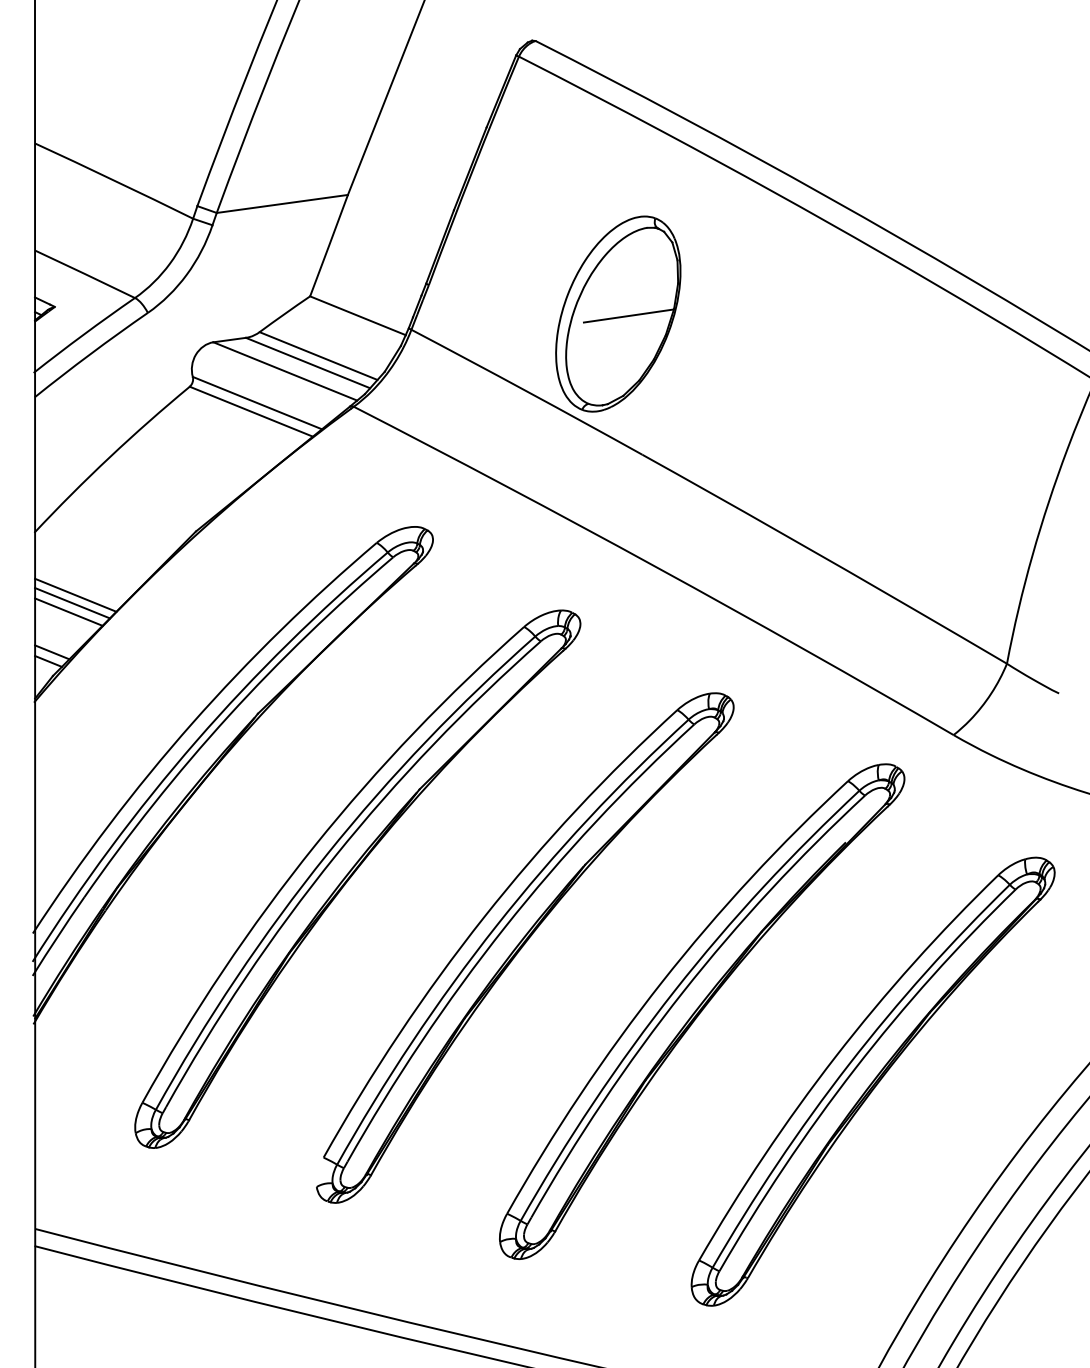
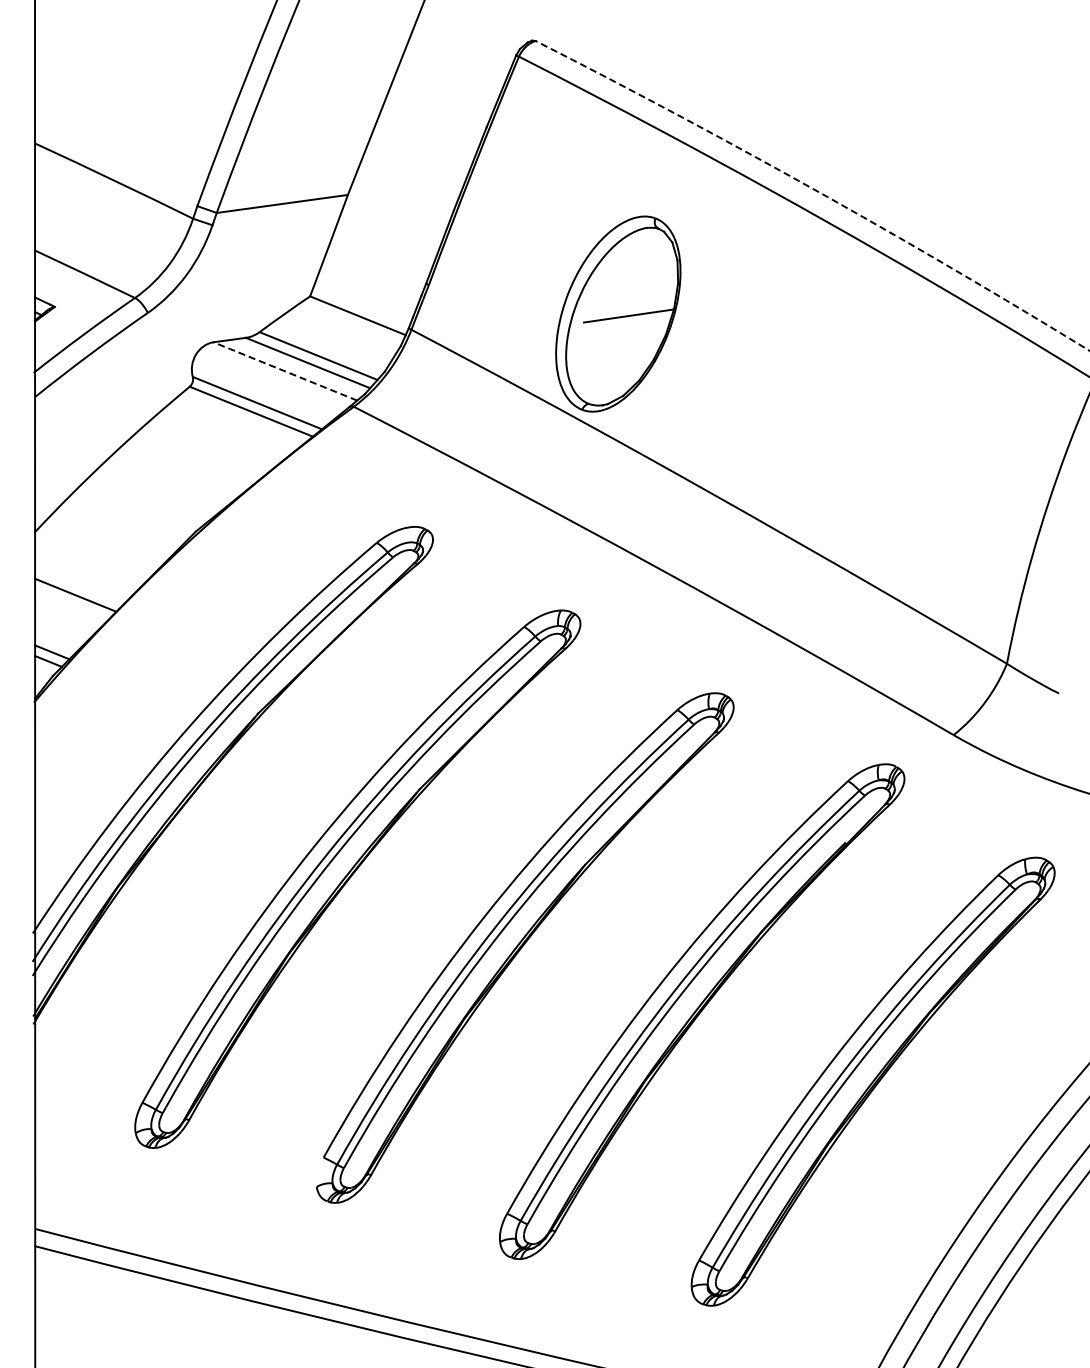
arc at (816, 190): solid -> dashed
line at (285, 371): solid -> dashed
line at (72, 603): present -> none
line at (68, 611): present -> none
